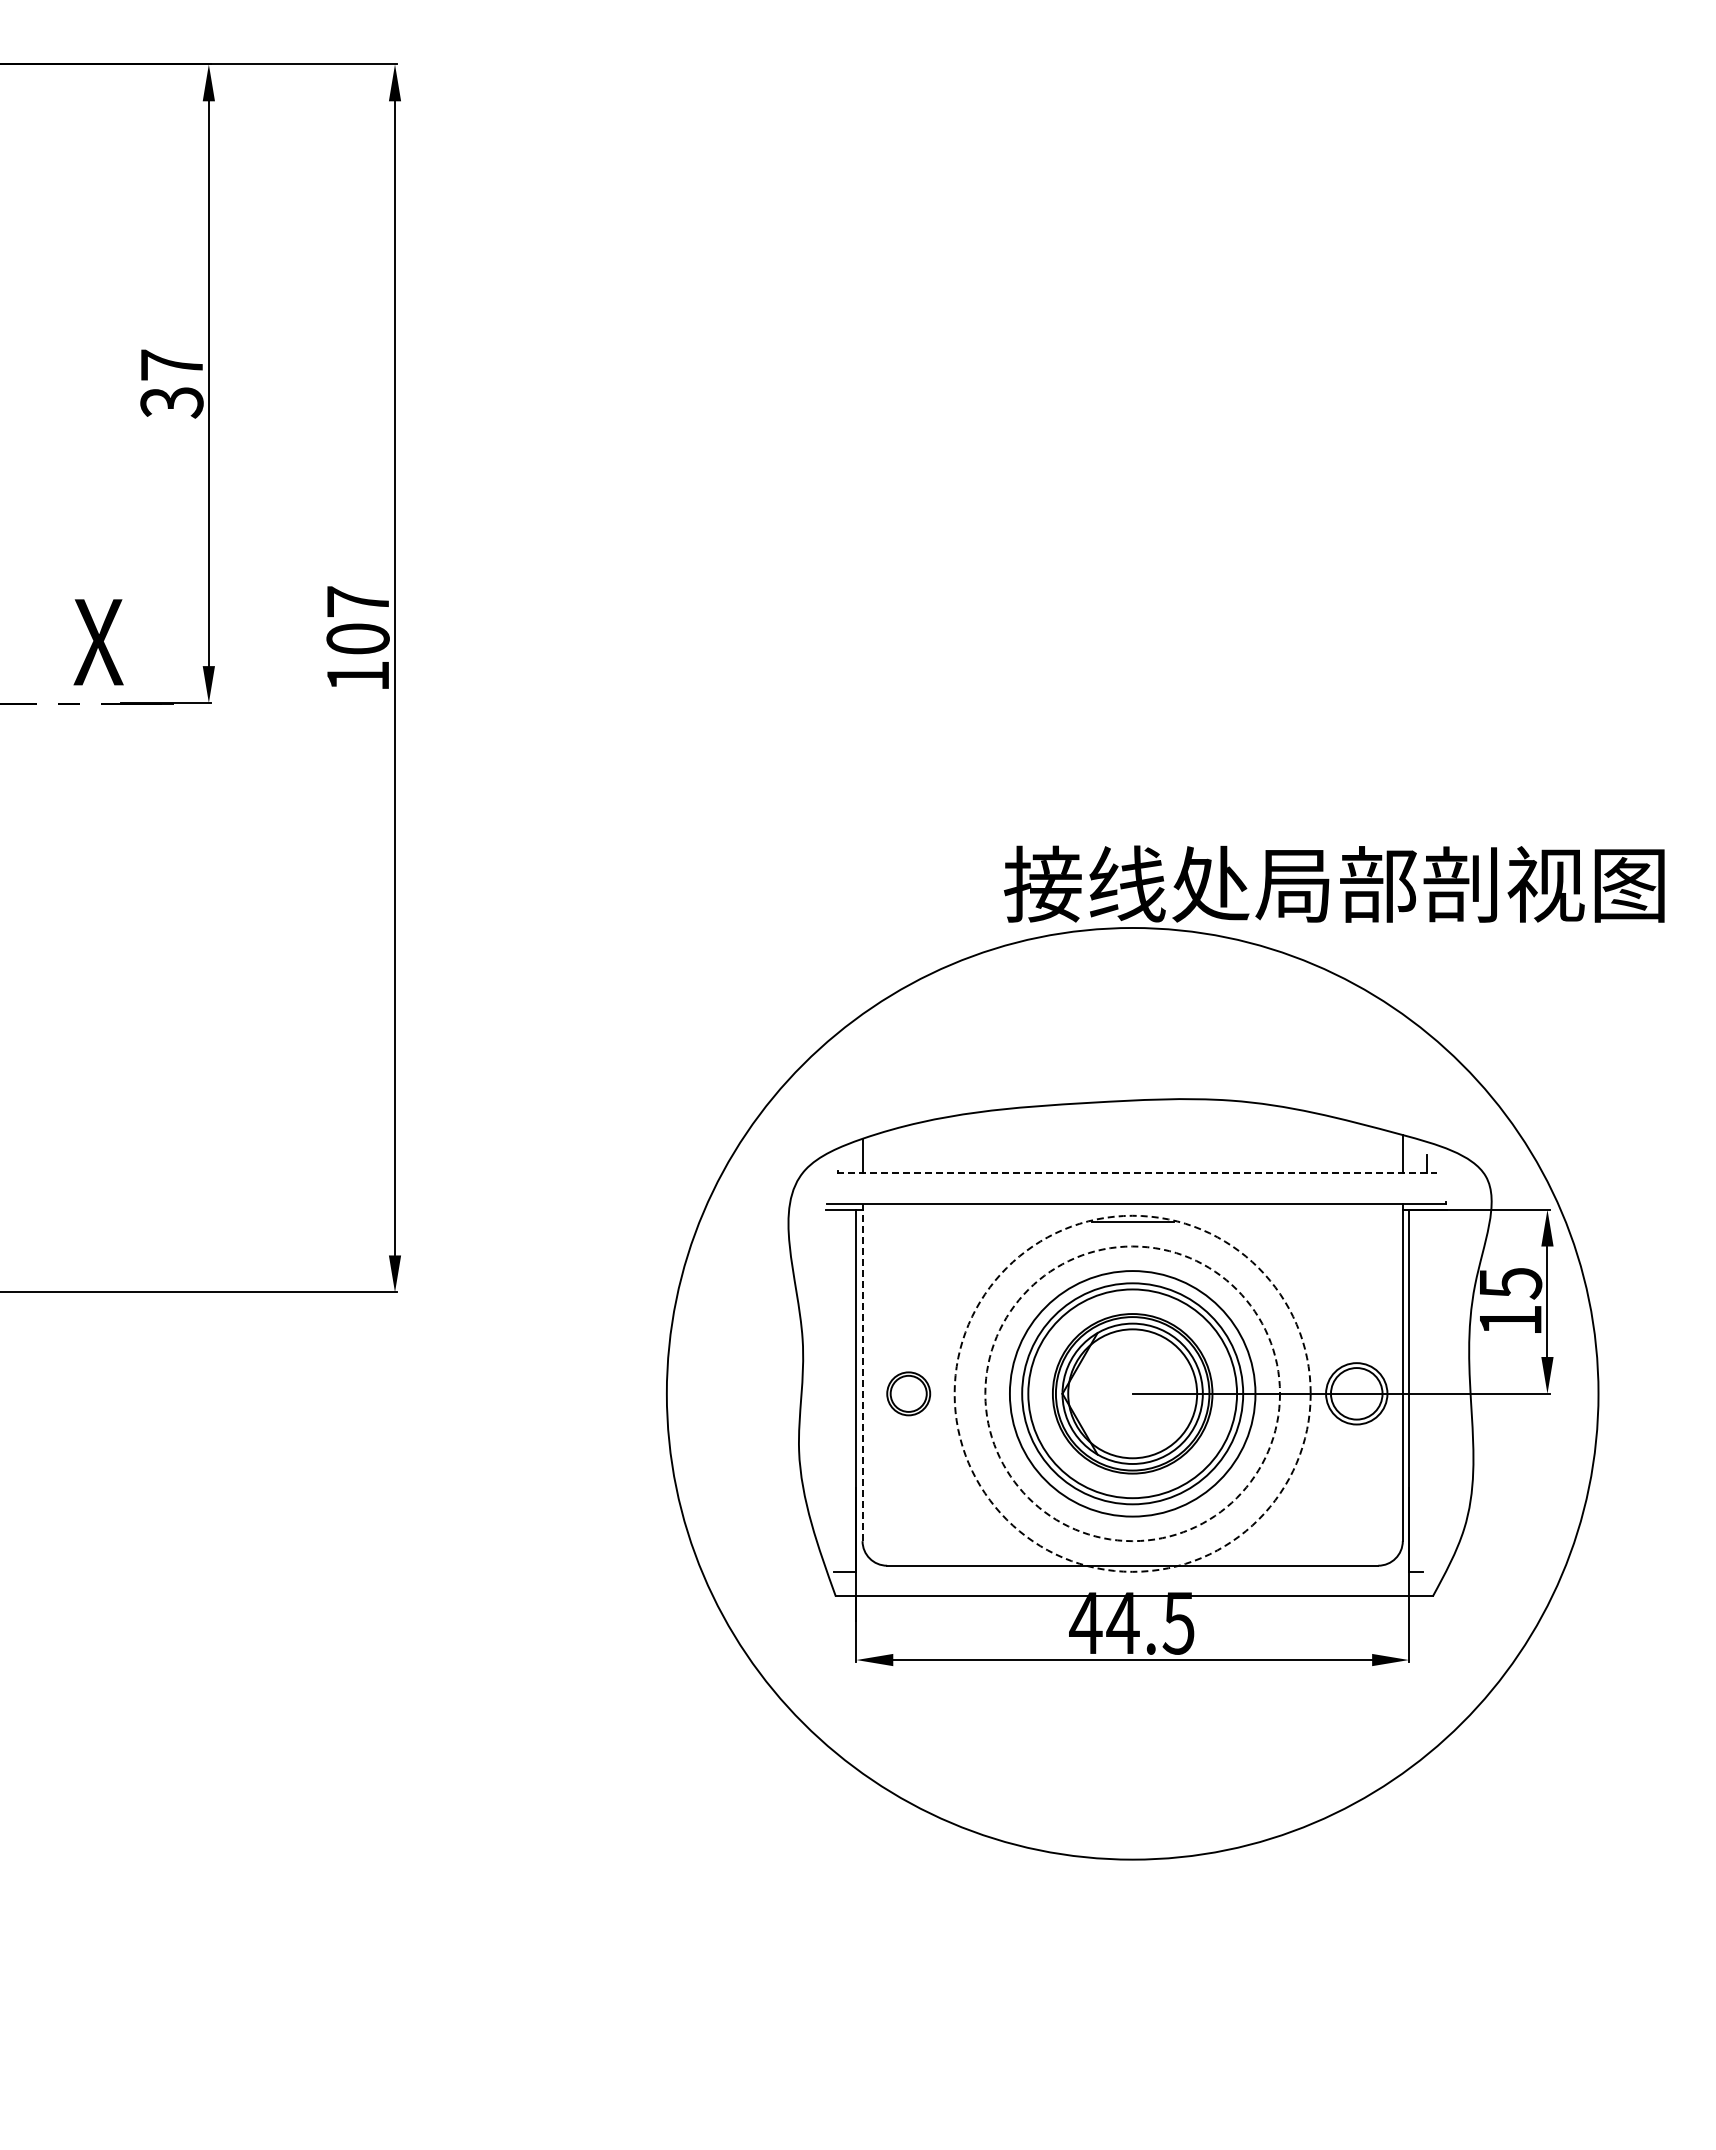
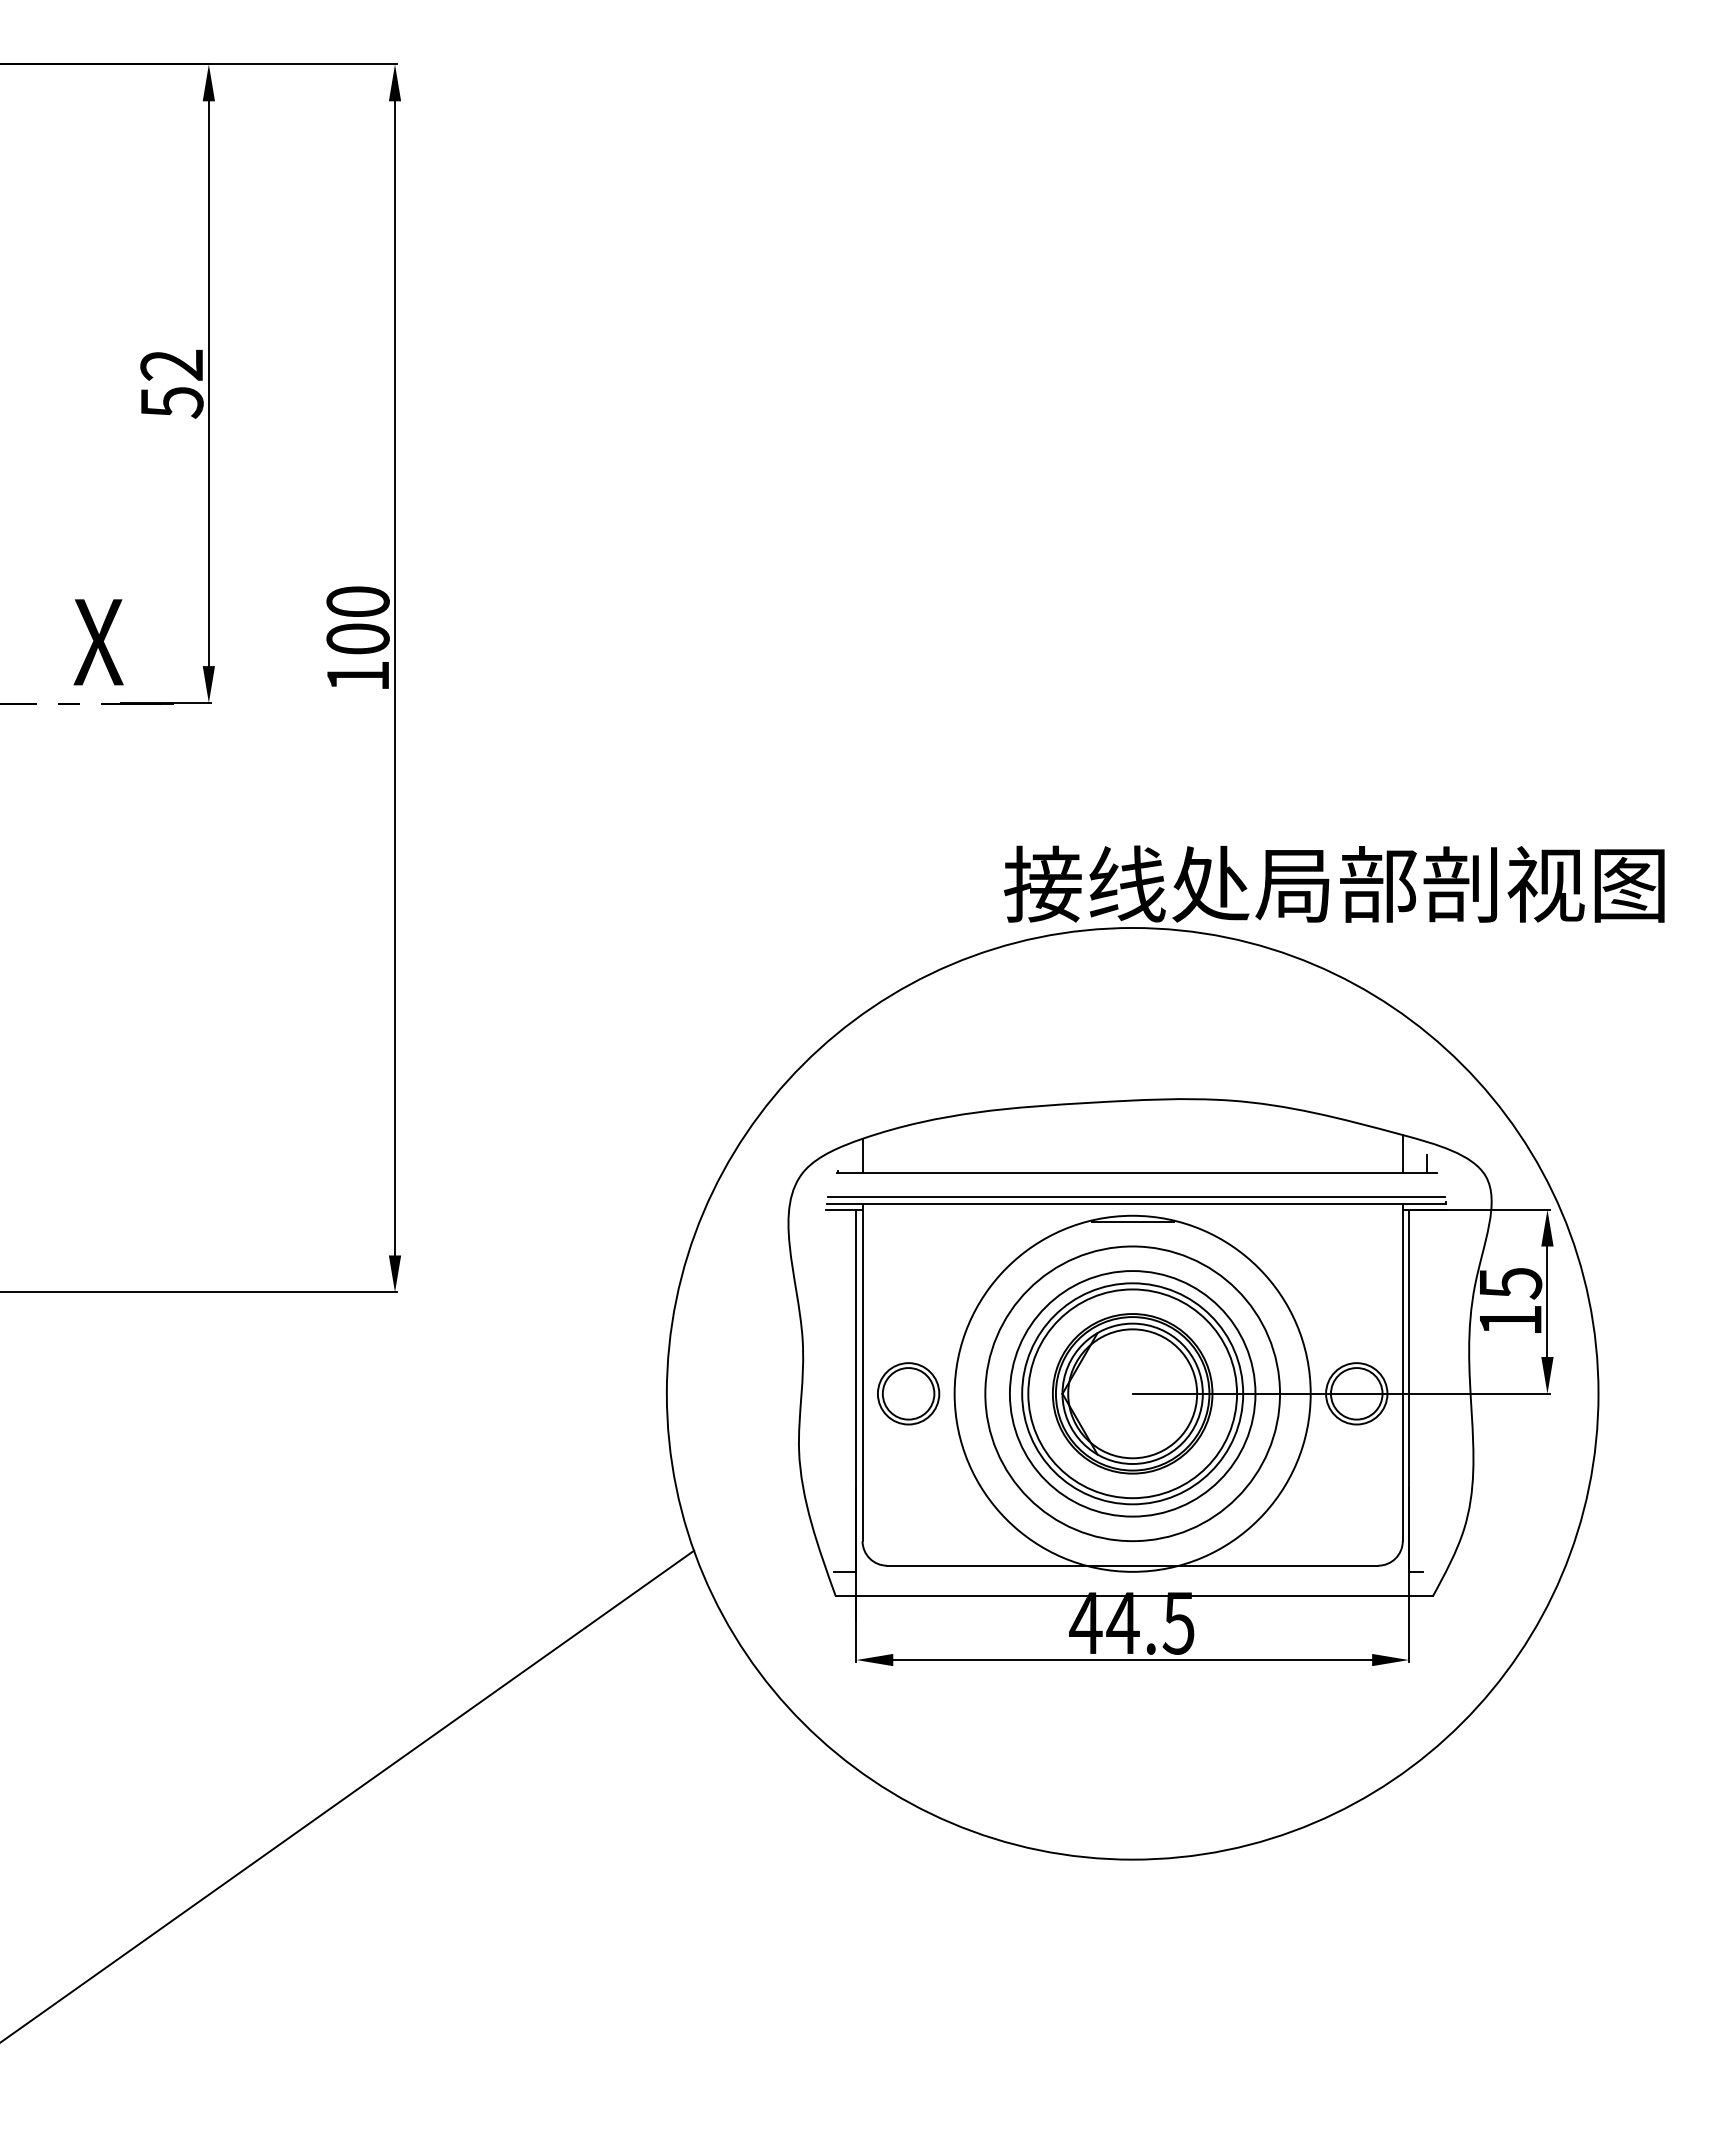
text at (171, 383): 37 -> 52
text at (357, 601): 107 -> 100
line at (1136, 1172): dashed -> solid
line at (1135, 1197): none -> present
line at (862, 1372): dashed -> solid
part at (908, 1393) size: 46x46 px -> 64x64 px
circle at (1132, 1393): dashed -> solid
circle at (1132, 1393): dashed -> solid
line at (348, 1795): none -> present
